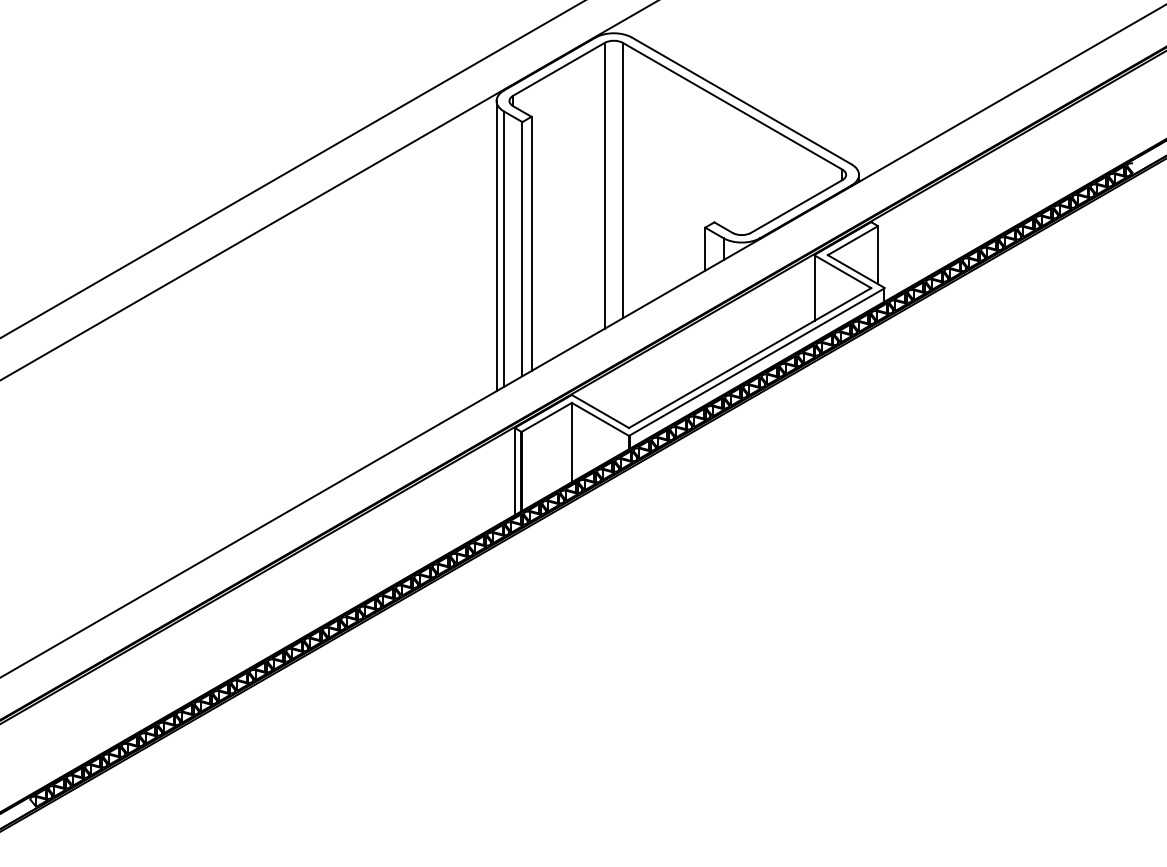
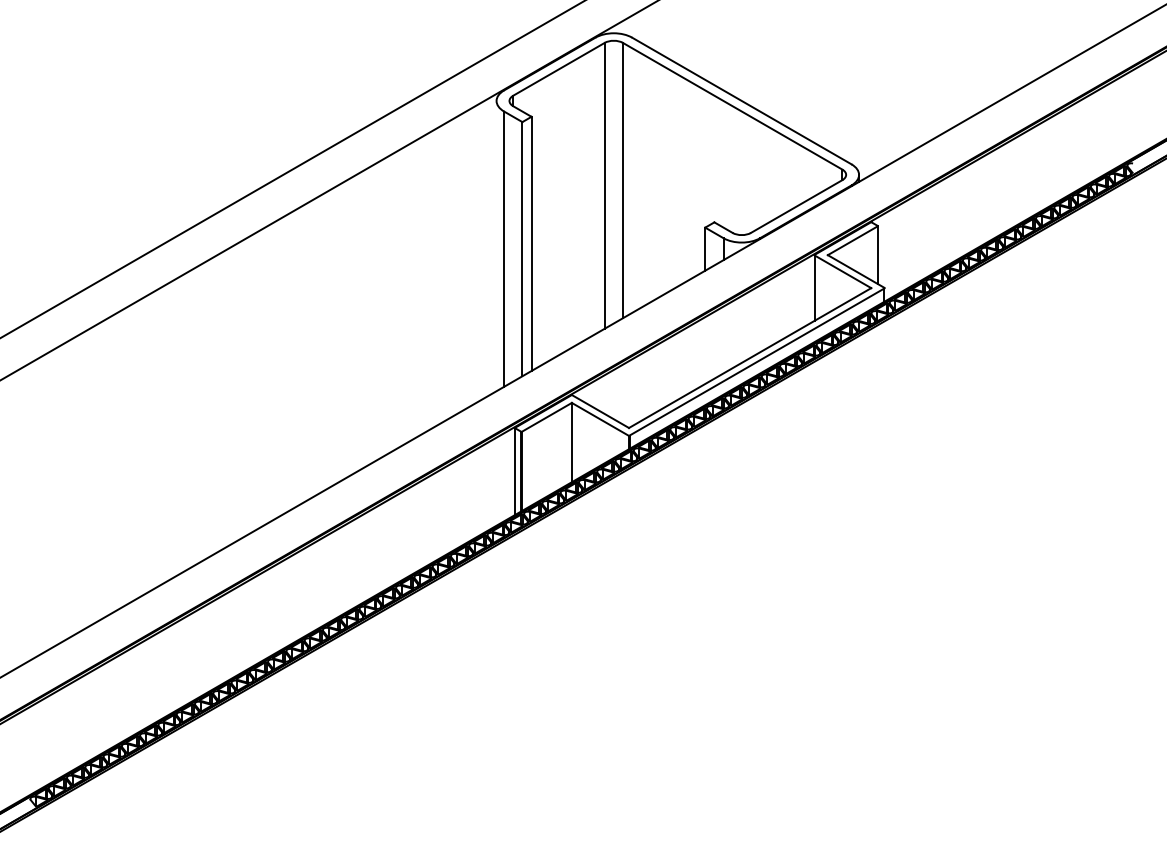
line at (496, 245): present -> none
